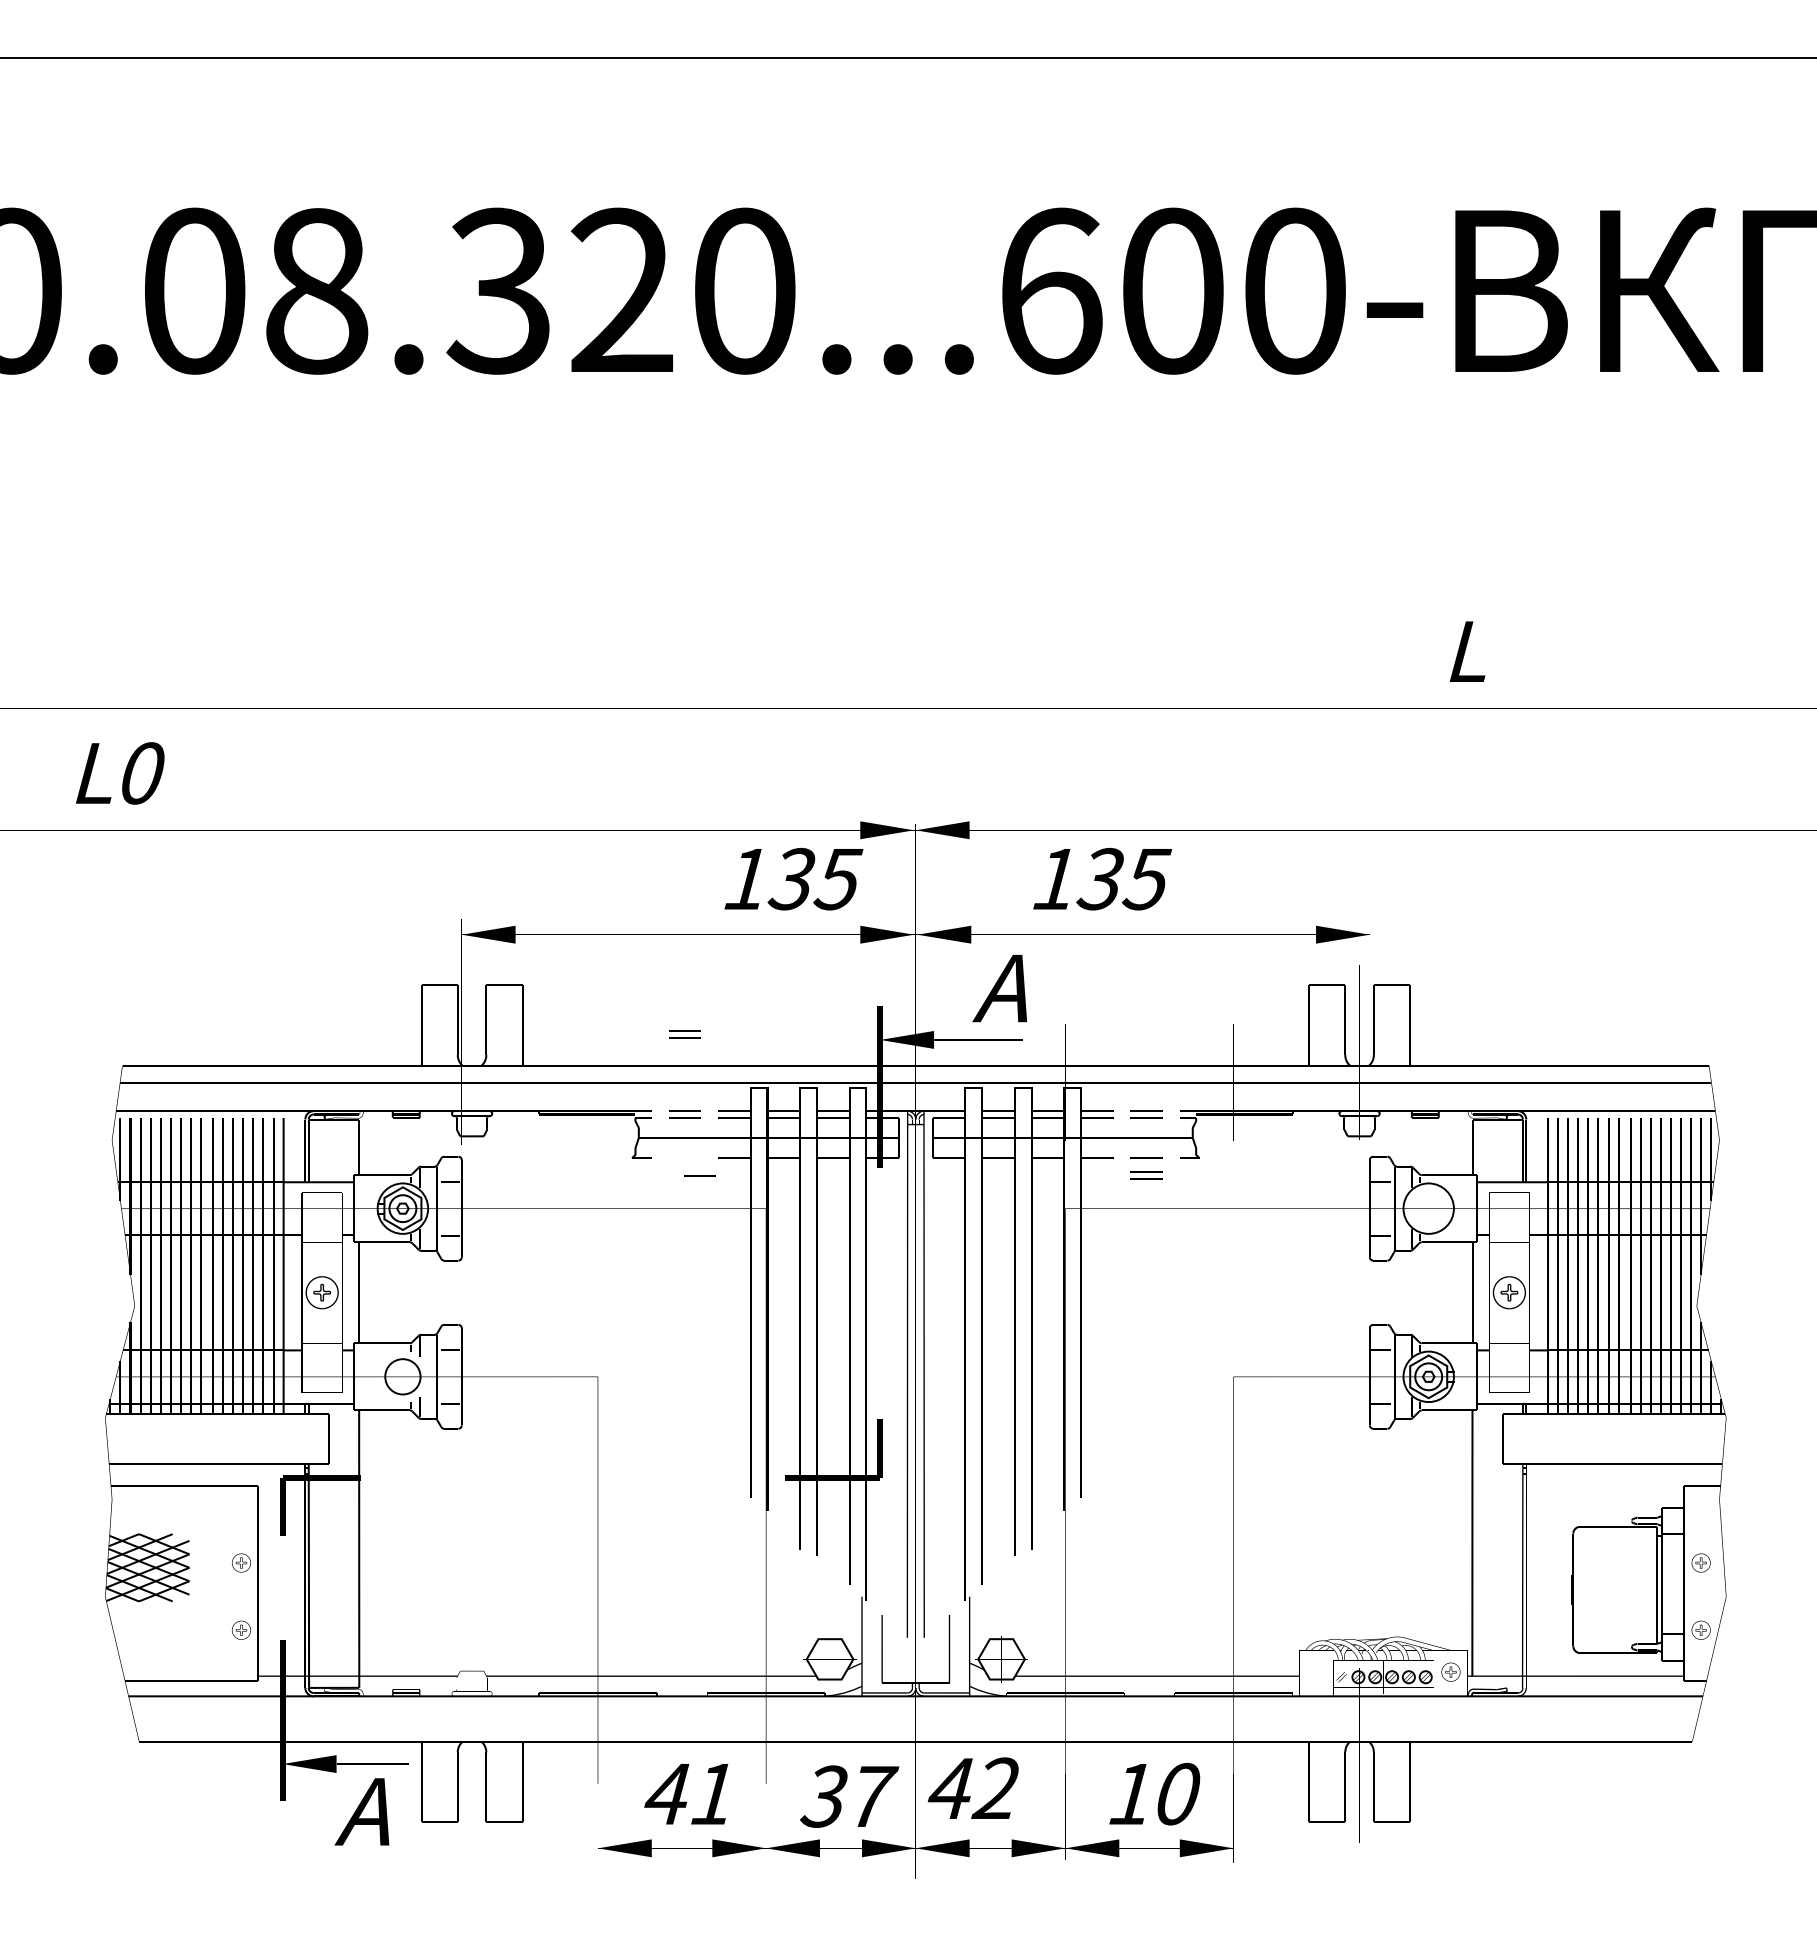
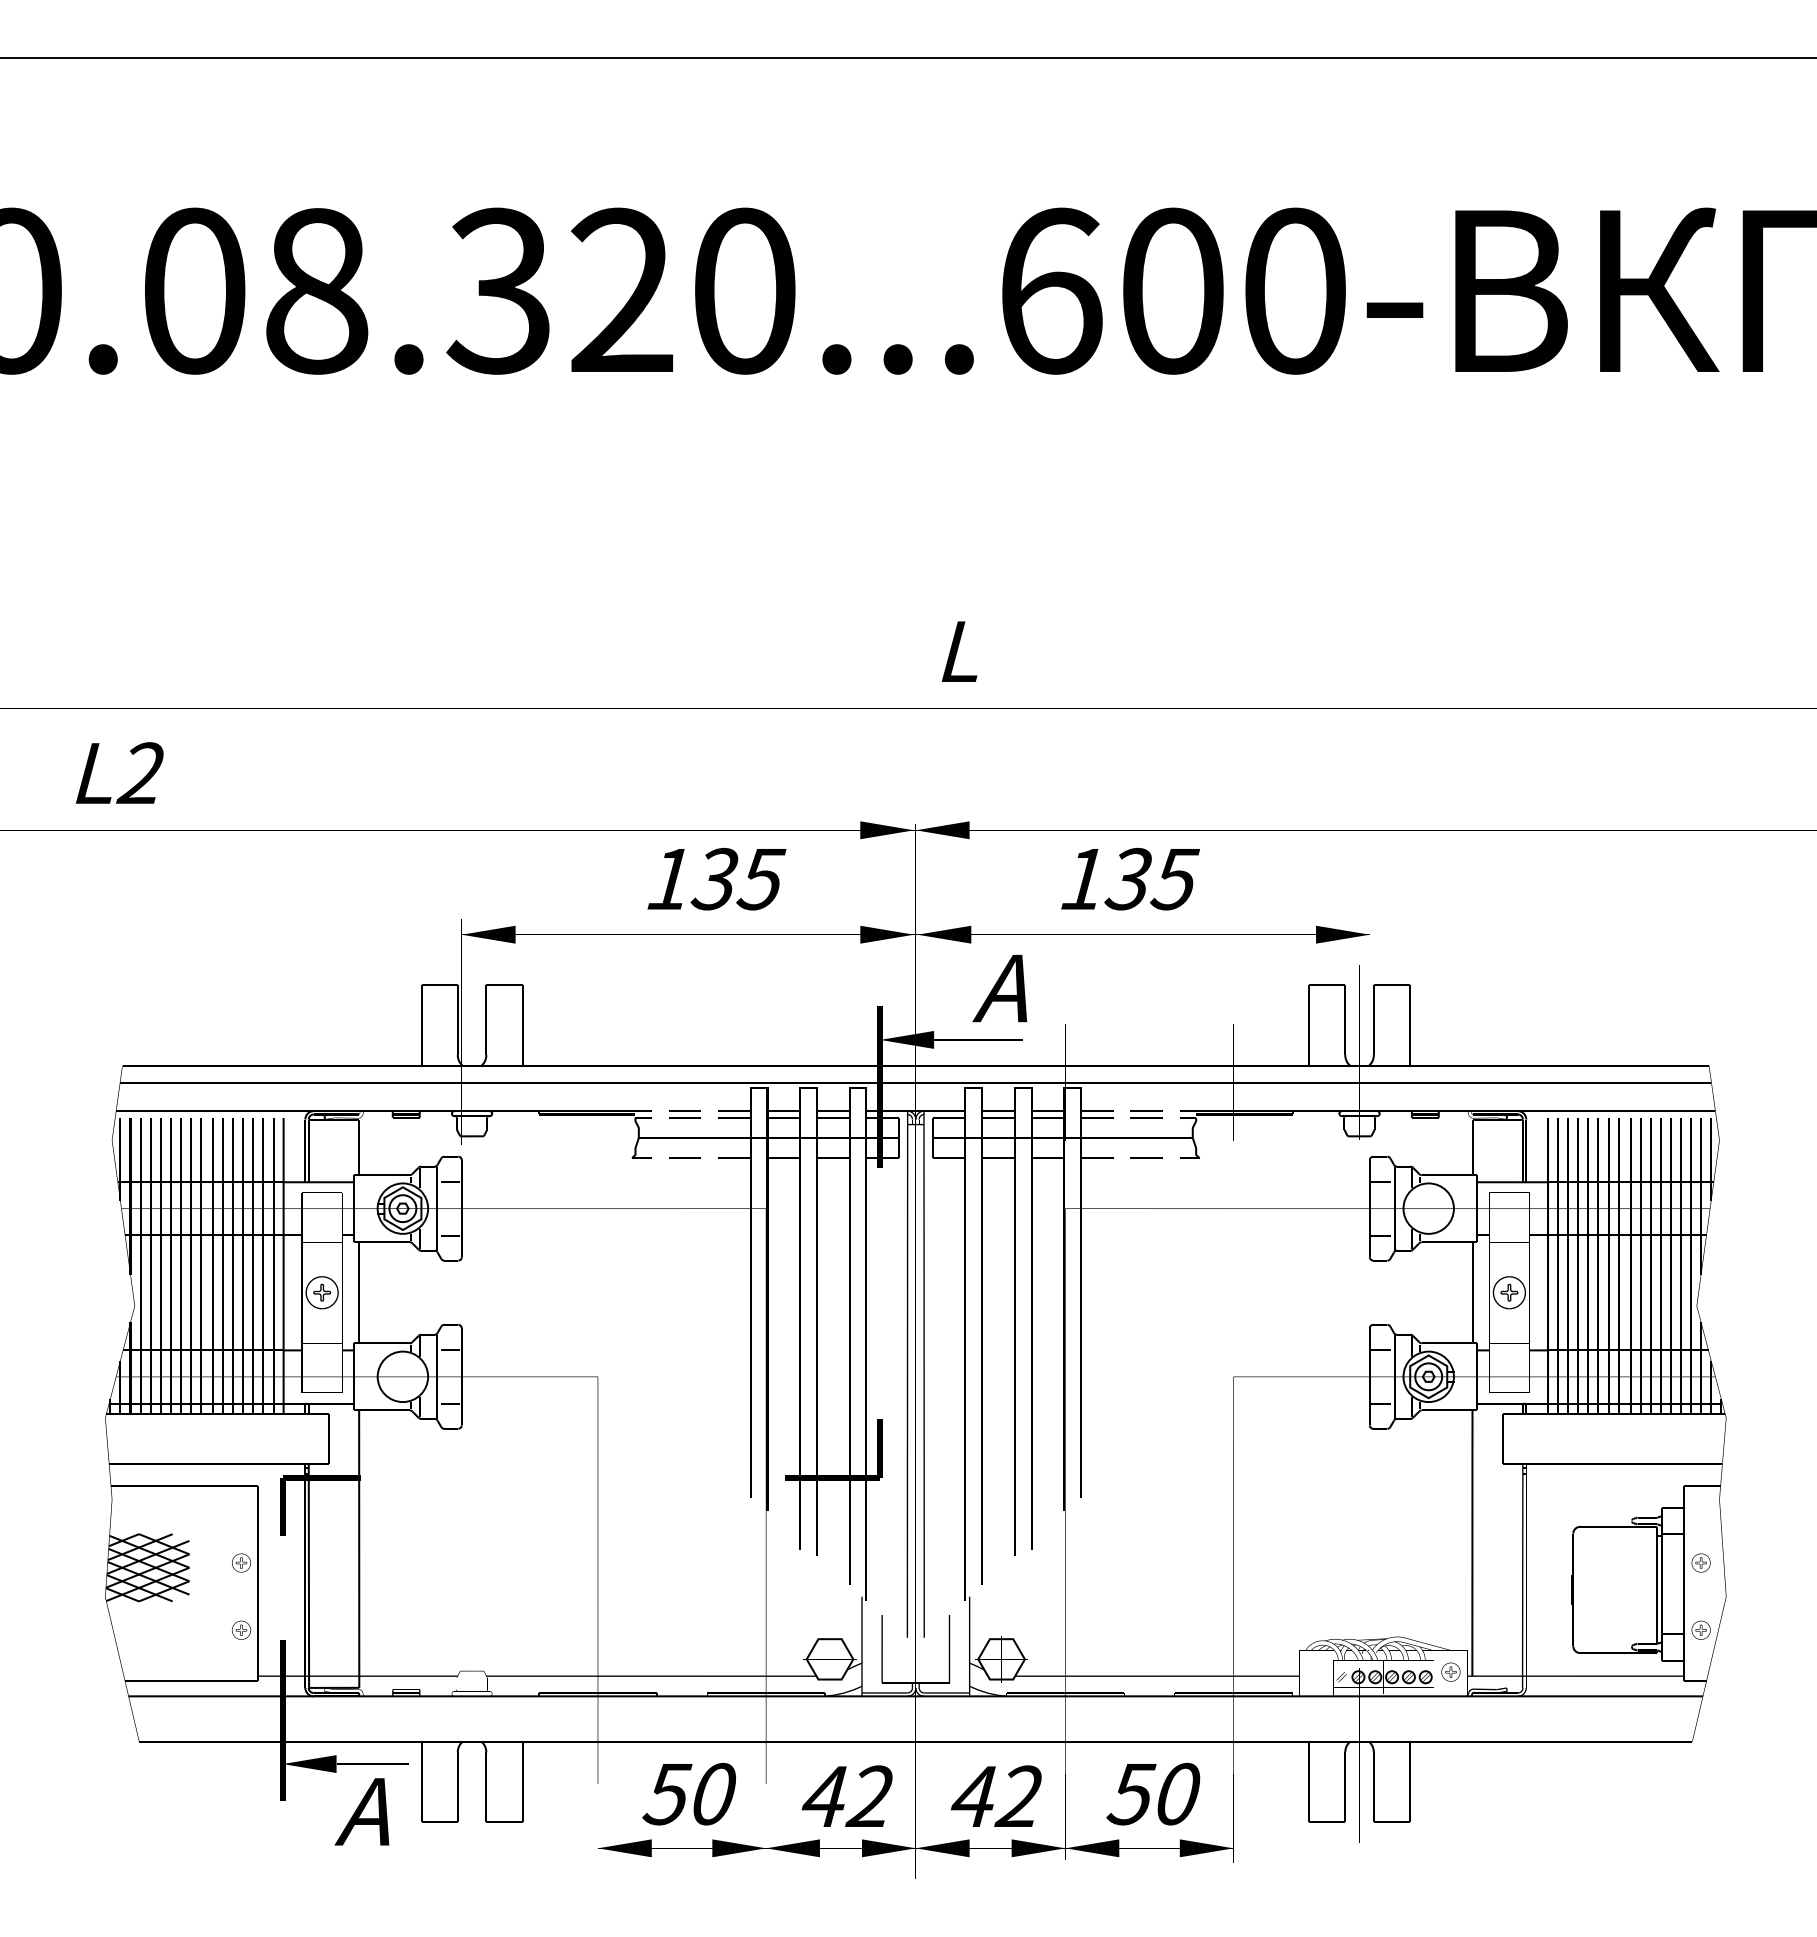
text at (1467, 651) position: (1467, 651) -> (959, 651)
text at (140, 773): L0 -> L2
text at (793, 879) position: (793, 879) -> (716, 879)
text at (1102, 879) position: (1102, 879) -> (1130, 879)
part at (684, 1034): present -> none
line at (699, 1175) position: (699, 1175) -> (684, 1157)
part at (1146, 1175): present -> none
circle at (402, 1376) diameter: 35 px -> 50 px
text at (972, 1787) position: (972, 1787) -> (995, 1795)
text at (689, 1793): 41 -> 50
text at (1131, 1794): 10 -> 50
text at (849, 1796): 37 -> 42
